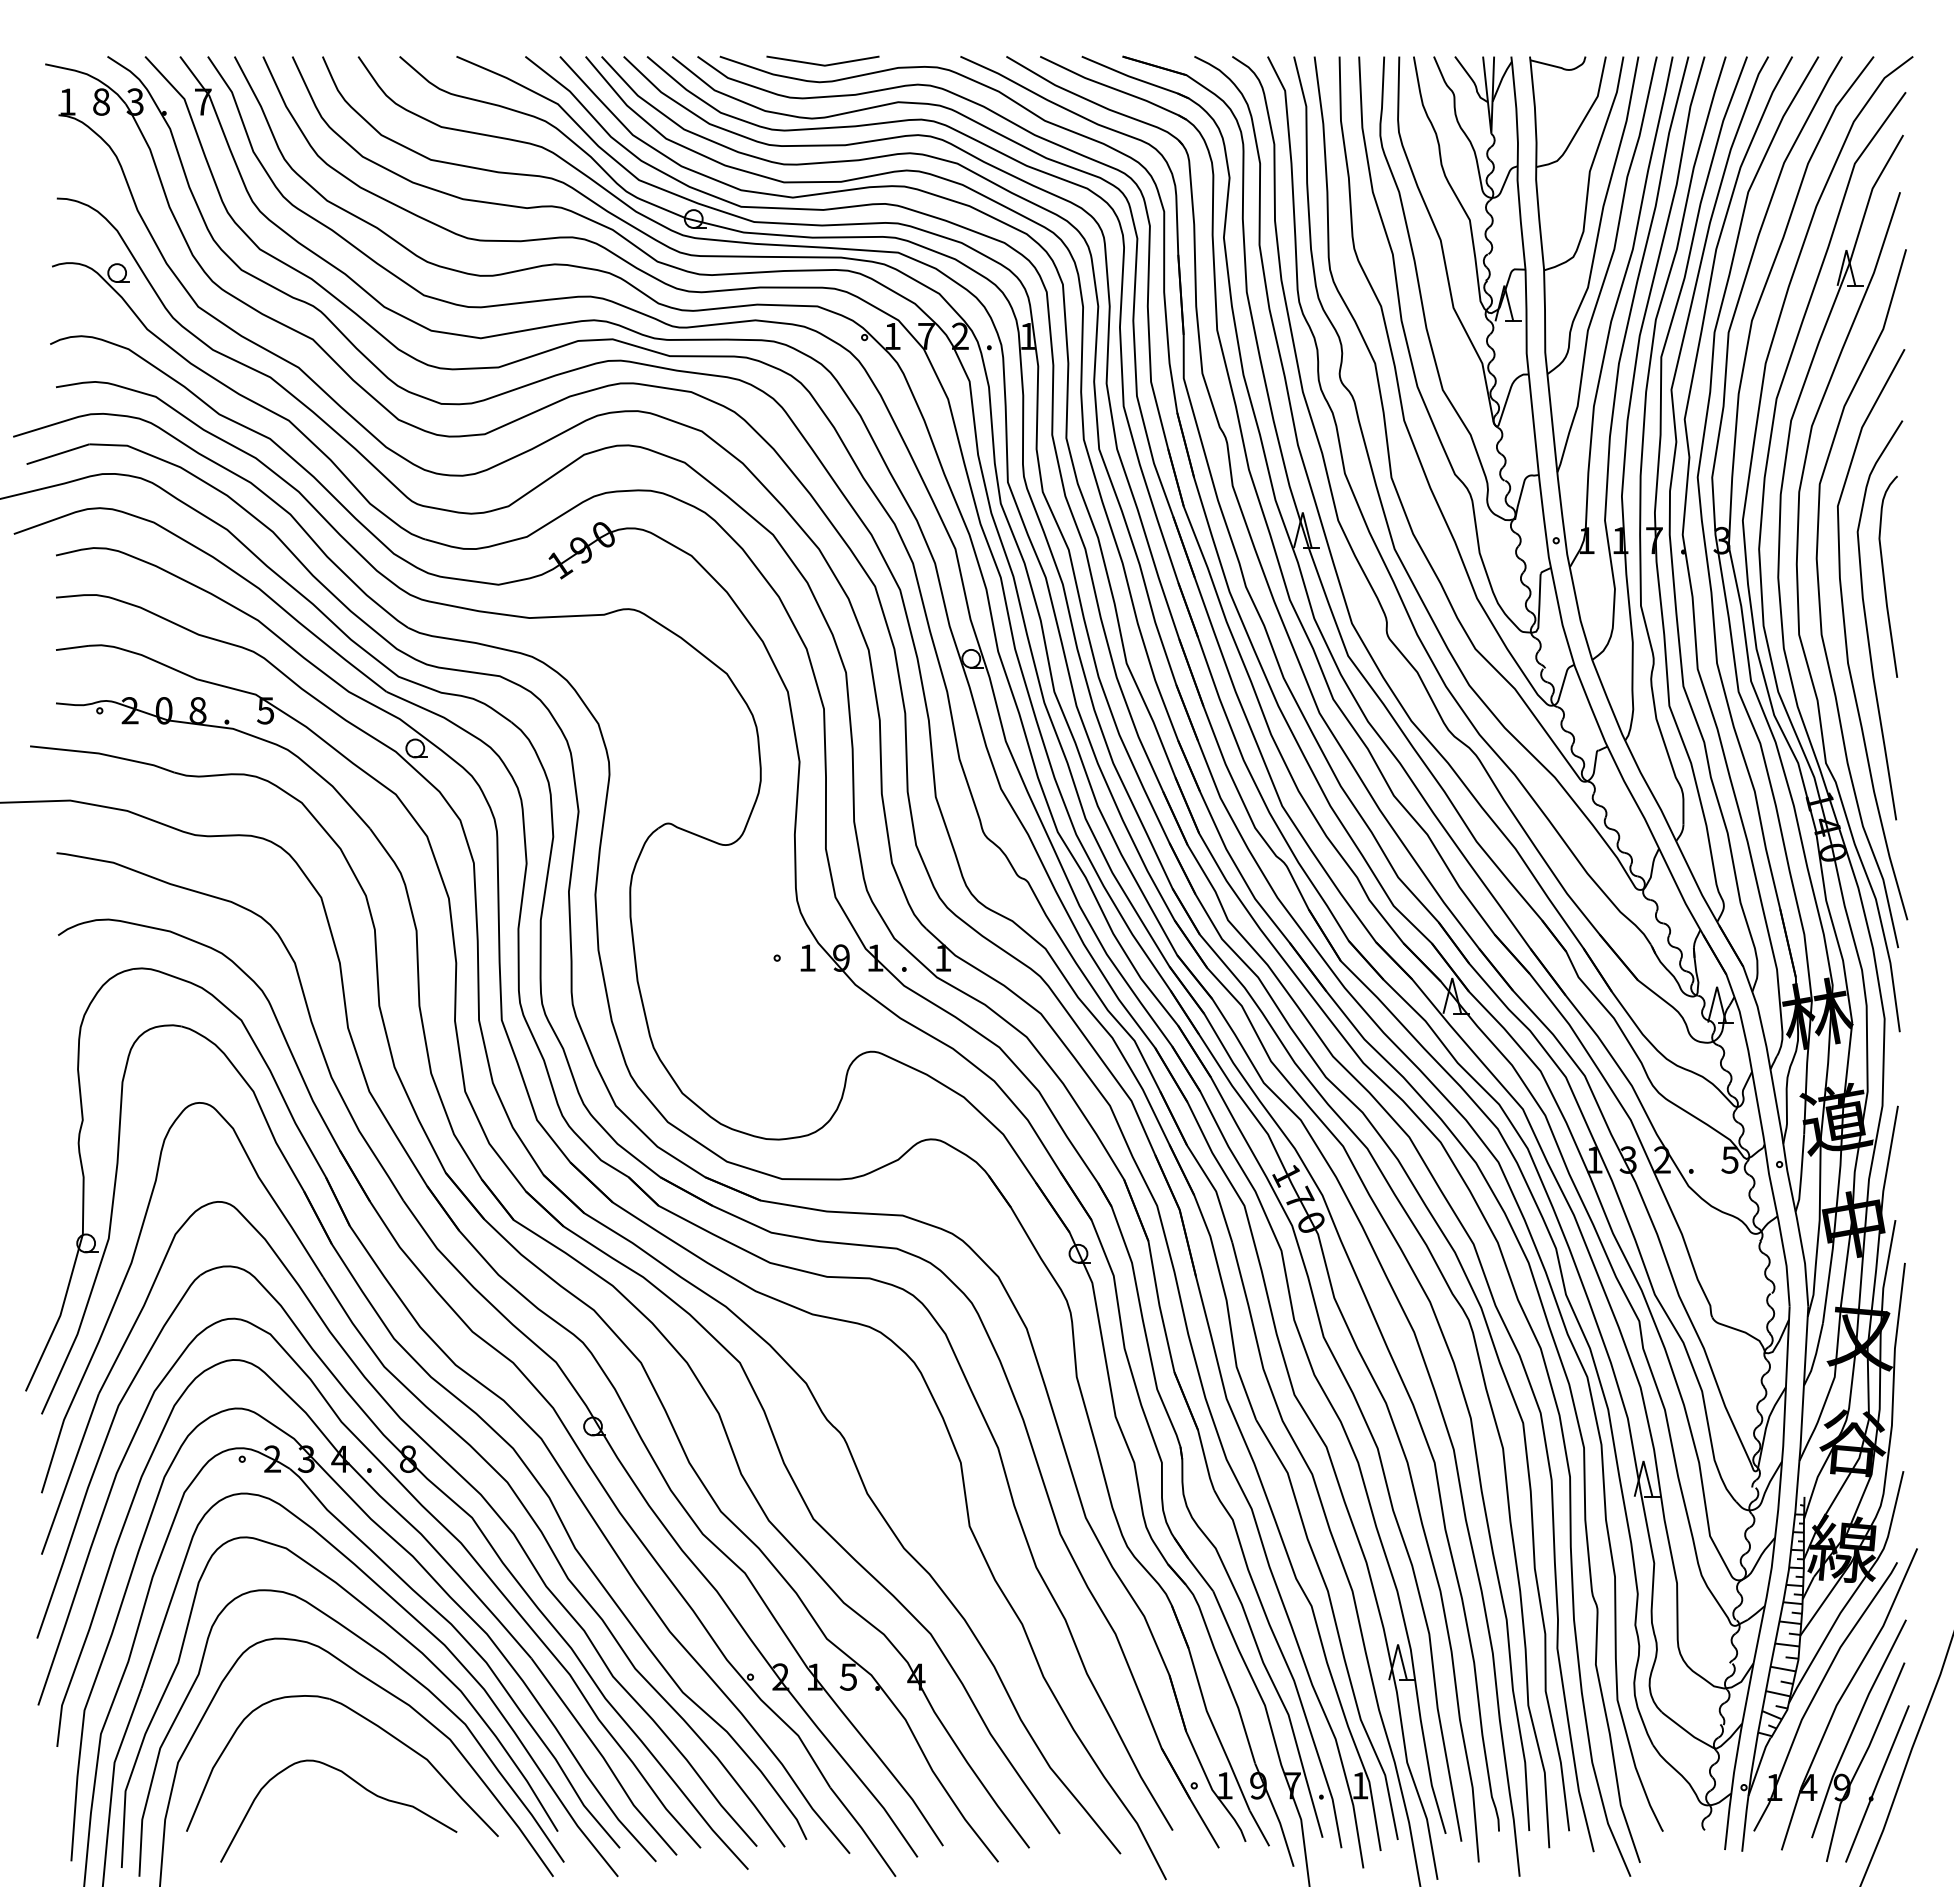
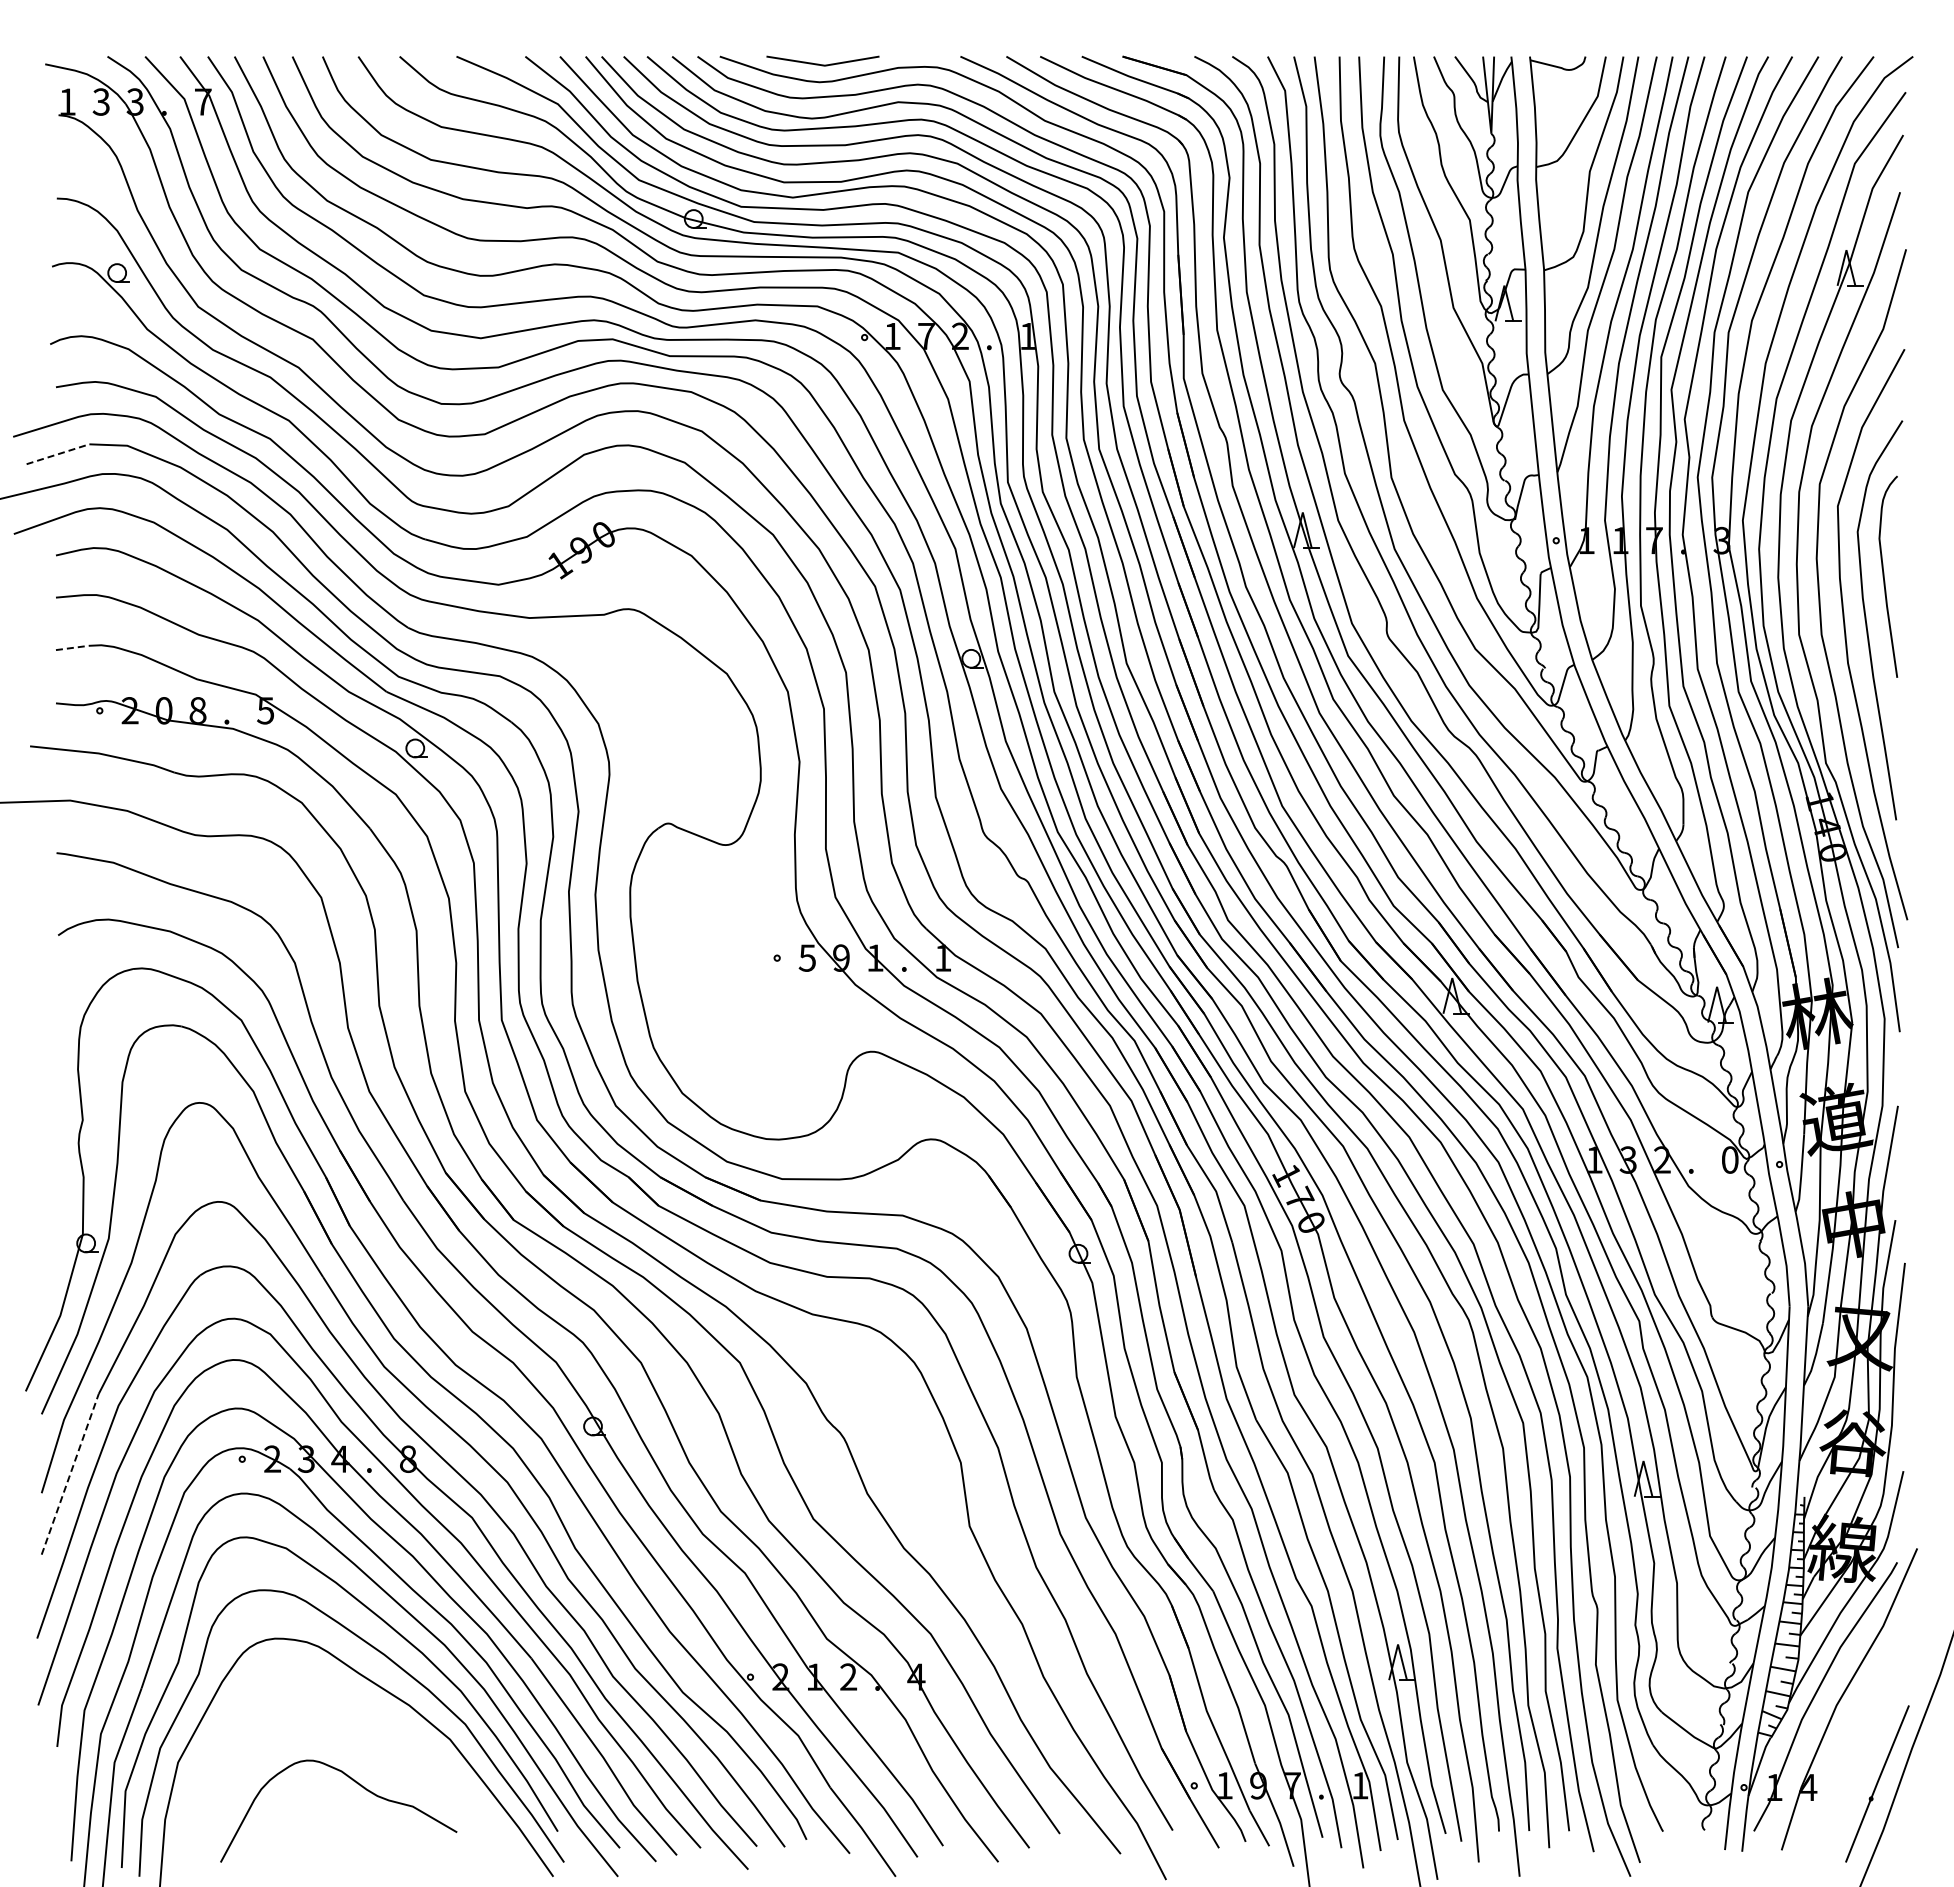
text at (100, 101): 8 -> 3
line at (58, 454): solid -> dashed
line at (72, 647): solid -> dashed
text at (806, 957): 1 -> 5
text at (1729, 1159): 5 -> 0
line at (70, 1474): solid -> dashed
text at (848, 1676): 5 -> 2
part at (371, 1723): present -> none
part at (1851, 1736): present -> none
